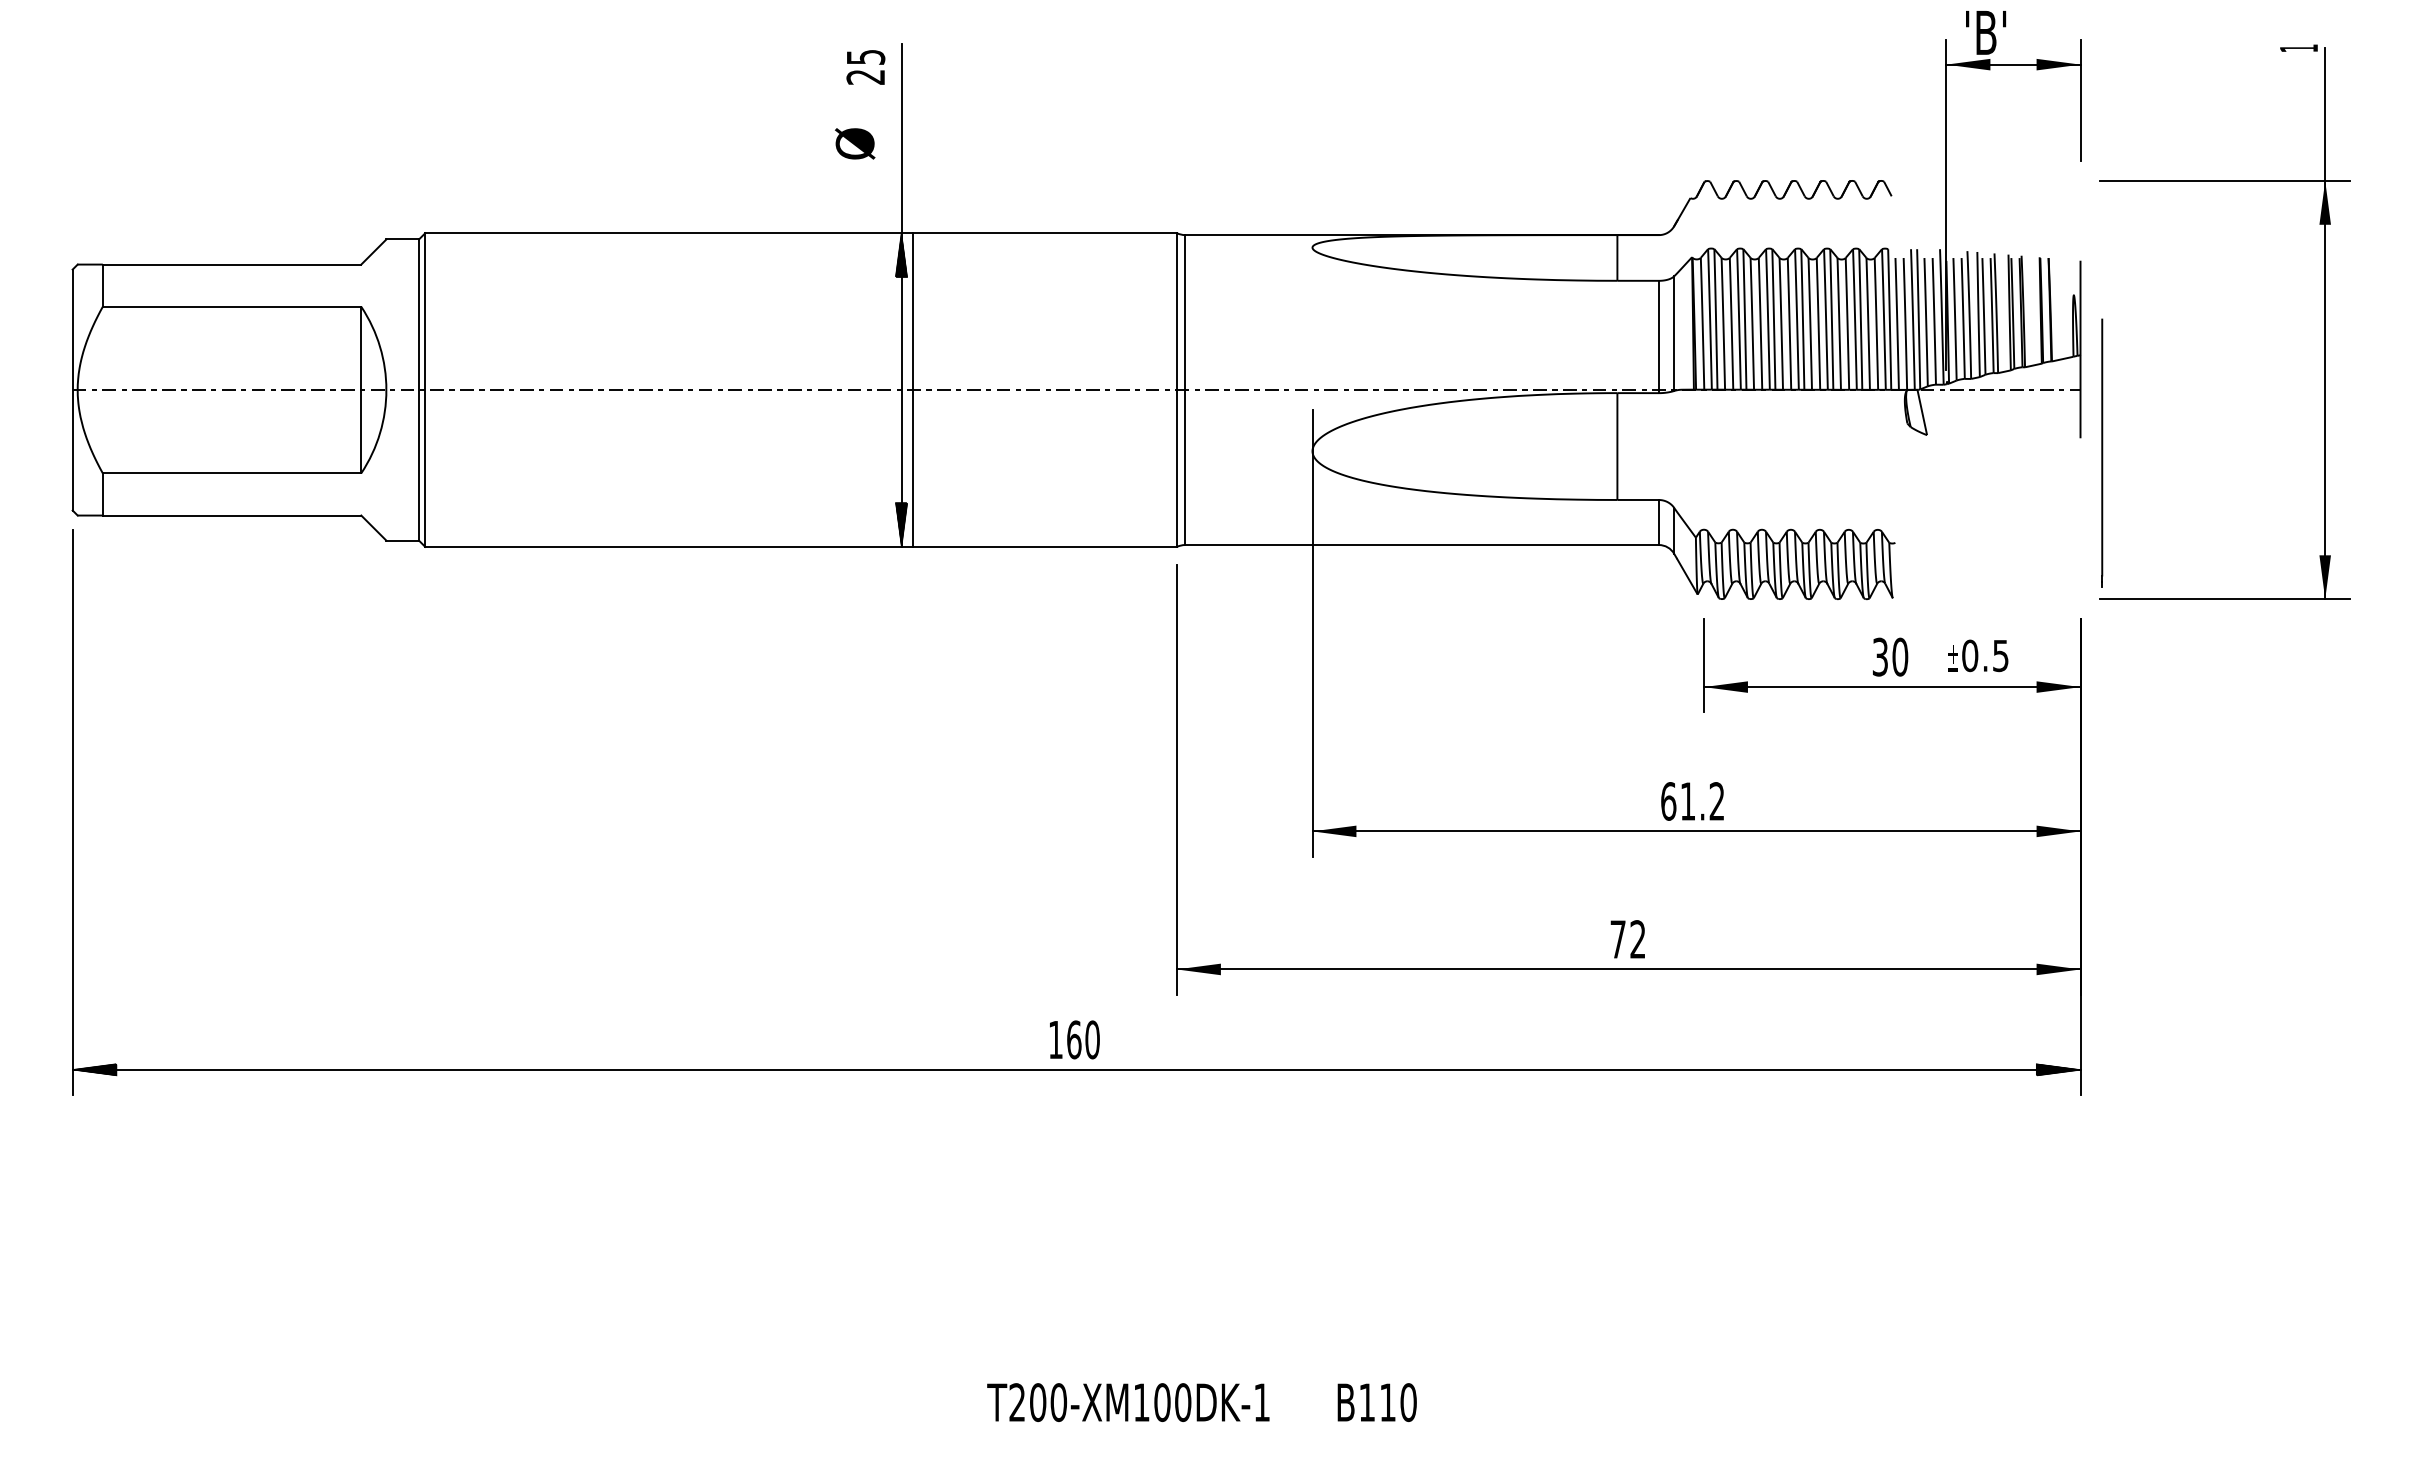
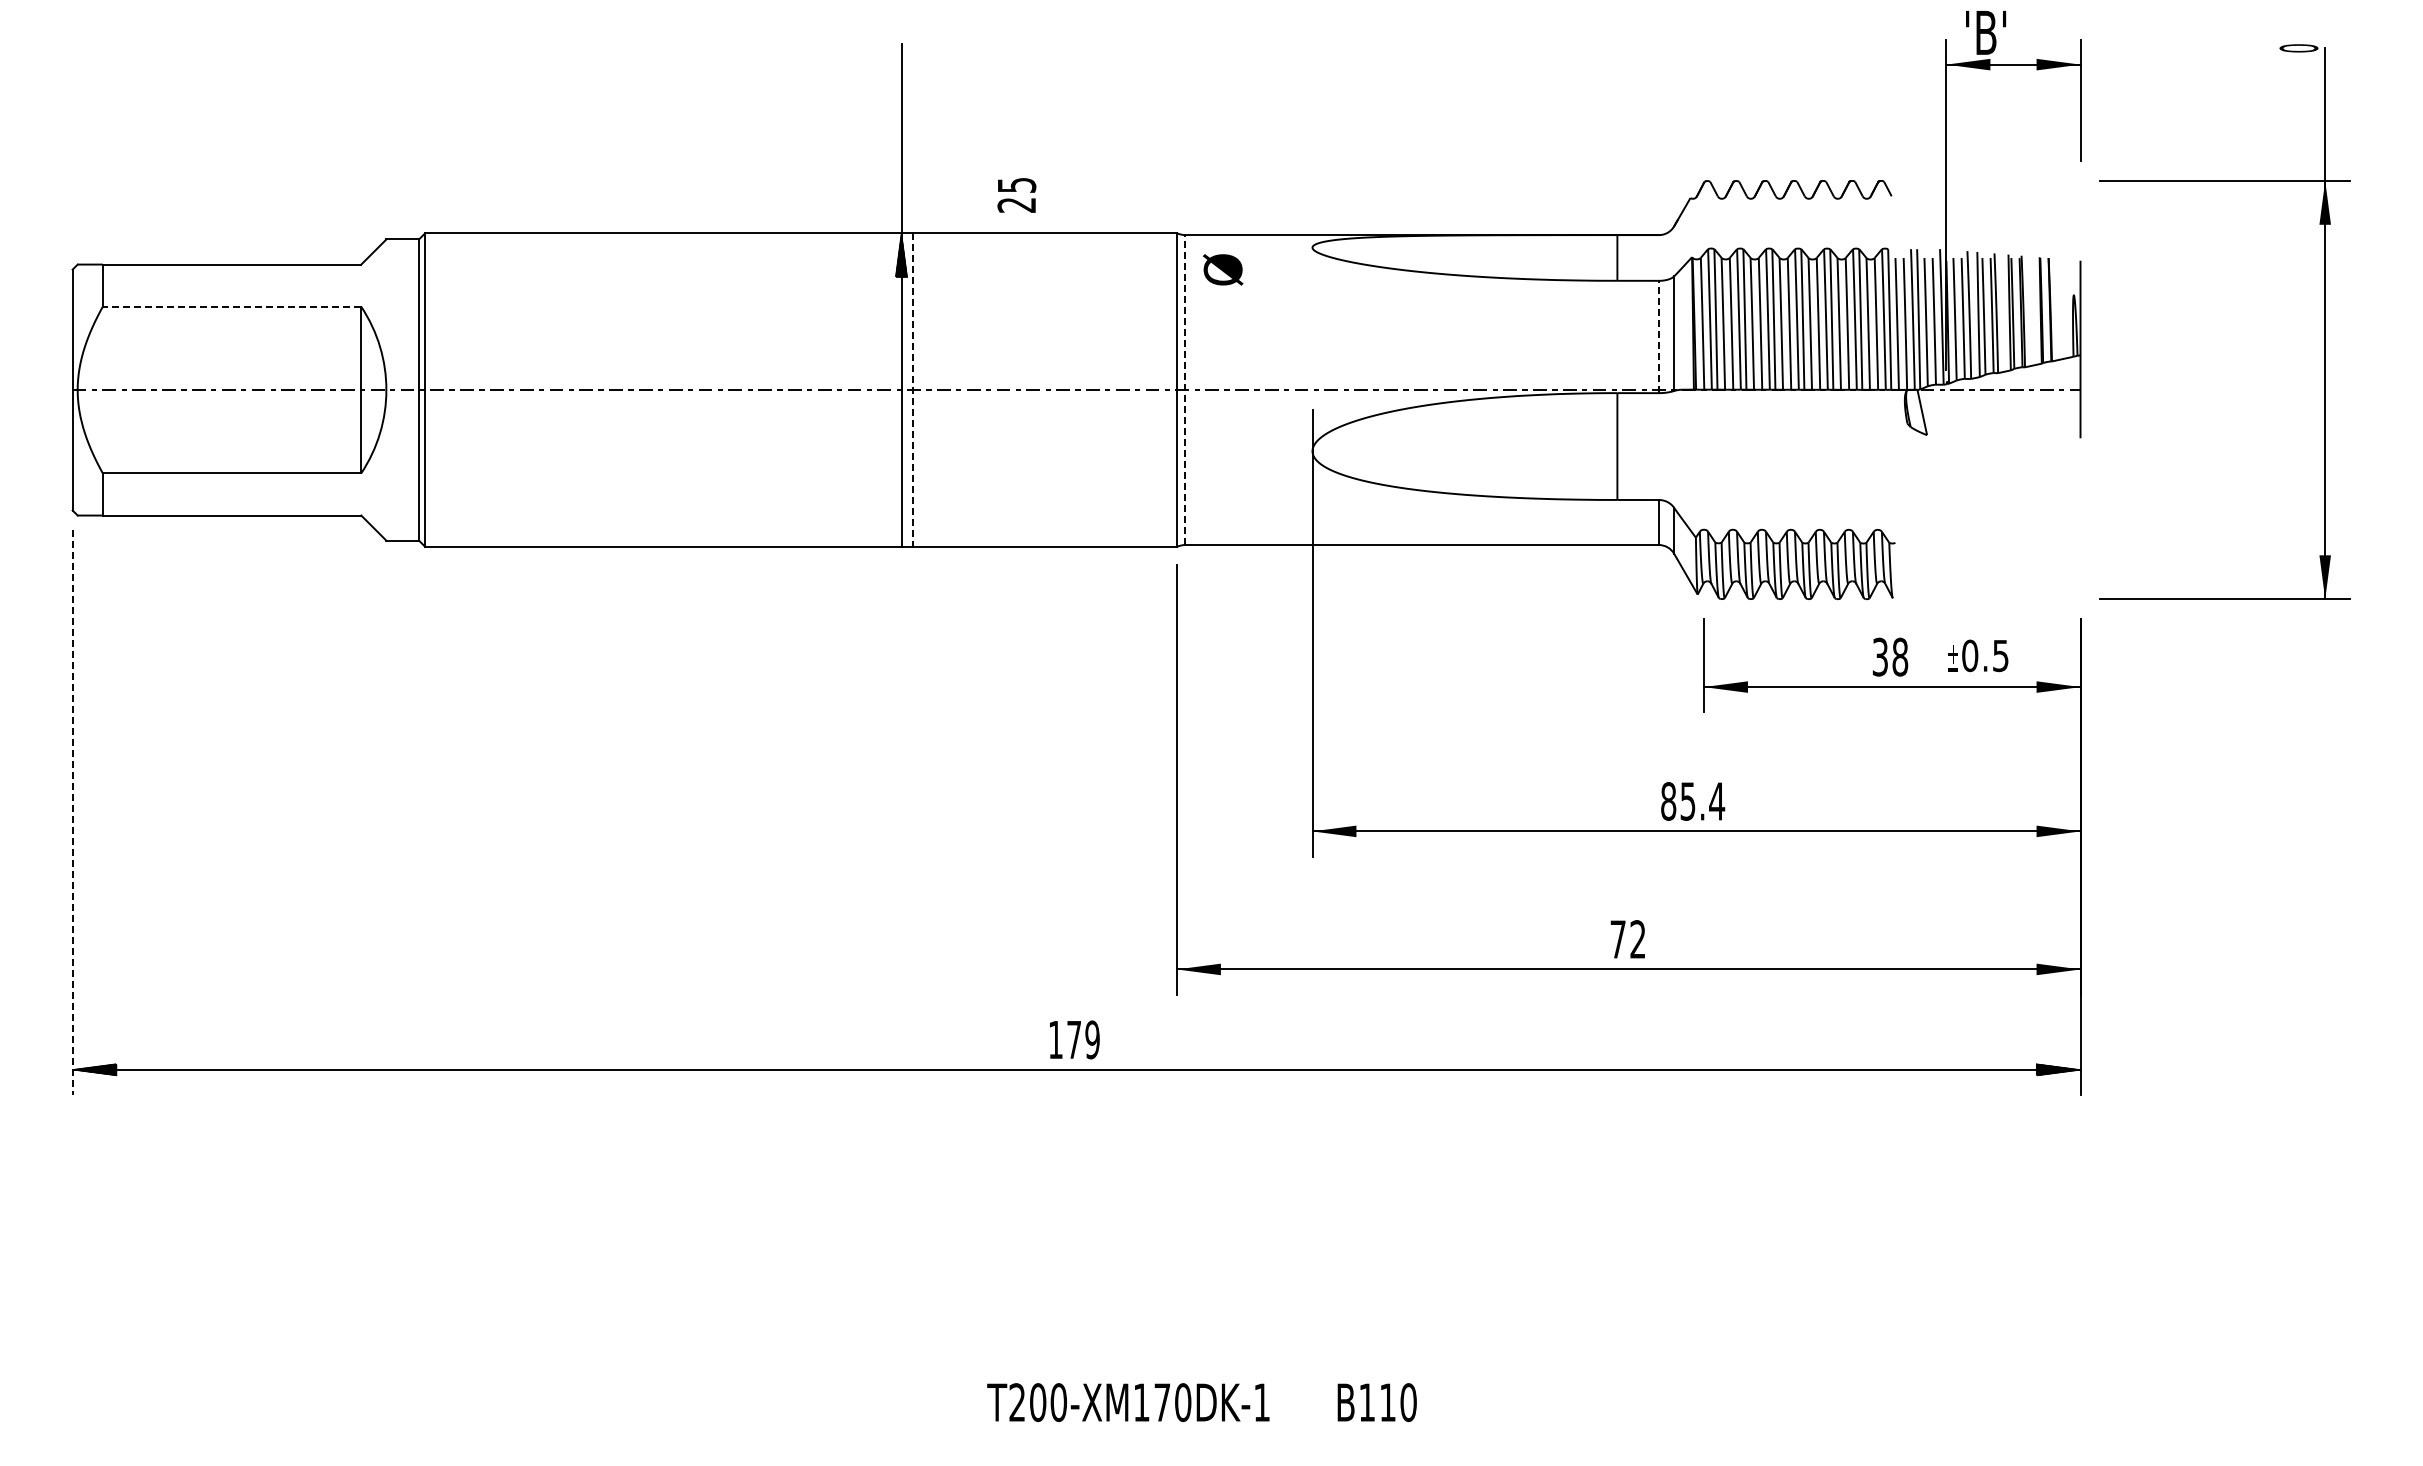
text at (2298, 48): 1 -> 0
text at (865, 67) position: (865, 67) -> (1016, 195)
text at (855, 143) position: (855, 143) -> (1223, 269)
line at (231, 306): solid -> dashed
line at (1658, 336): solid -> dashed
line at (913, 390): solid -> dashed
line at (1185, 390): solid -> dashed
line at (2102, 452): present -> none
hatch at (901, 524): present -> none
text at (1900, 657): 30 -> 38
text at (1693, 801): 61.2 -> 85.4
line at (72, 813): solid -> dashed
text at (1083, 1039): 160 -> 179
text at (1162, 1402): T200-XM100DK-1 -> T200-XM170DK-1
